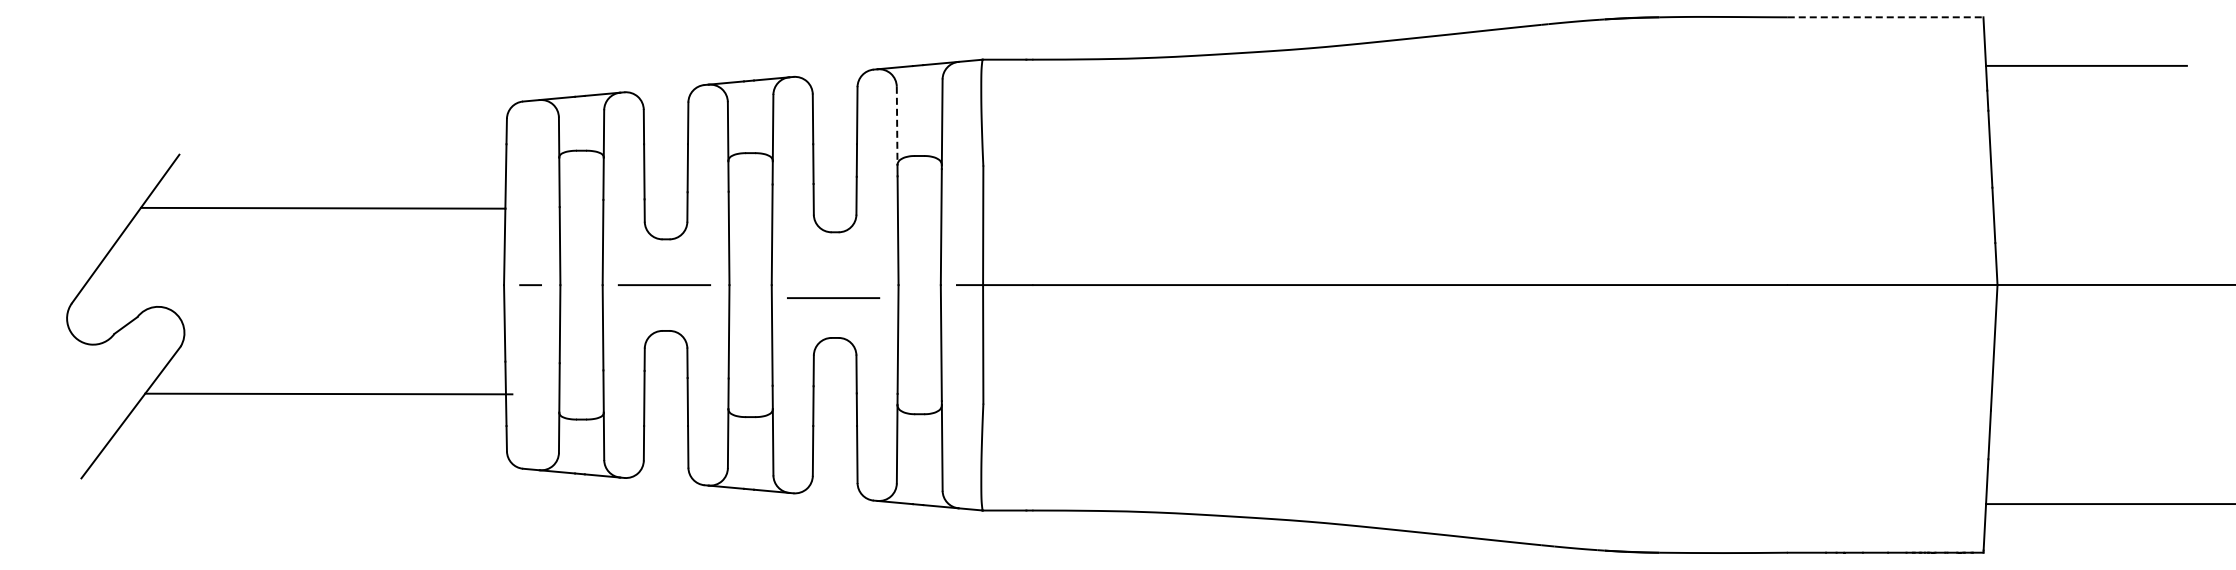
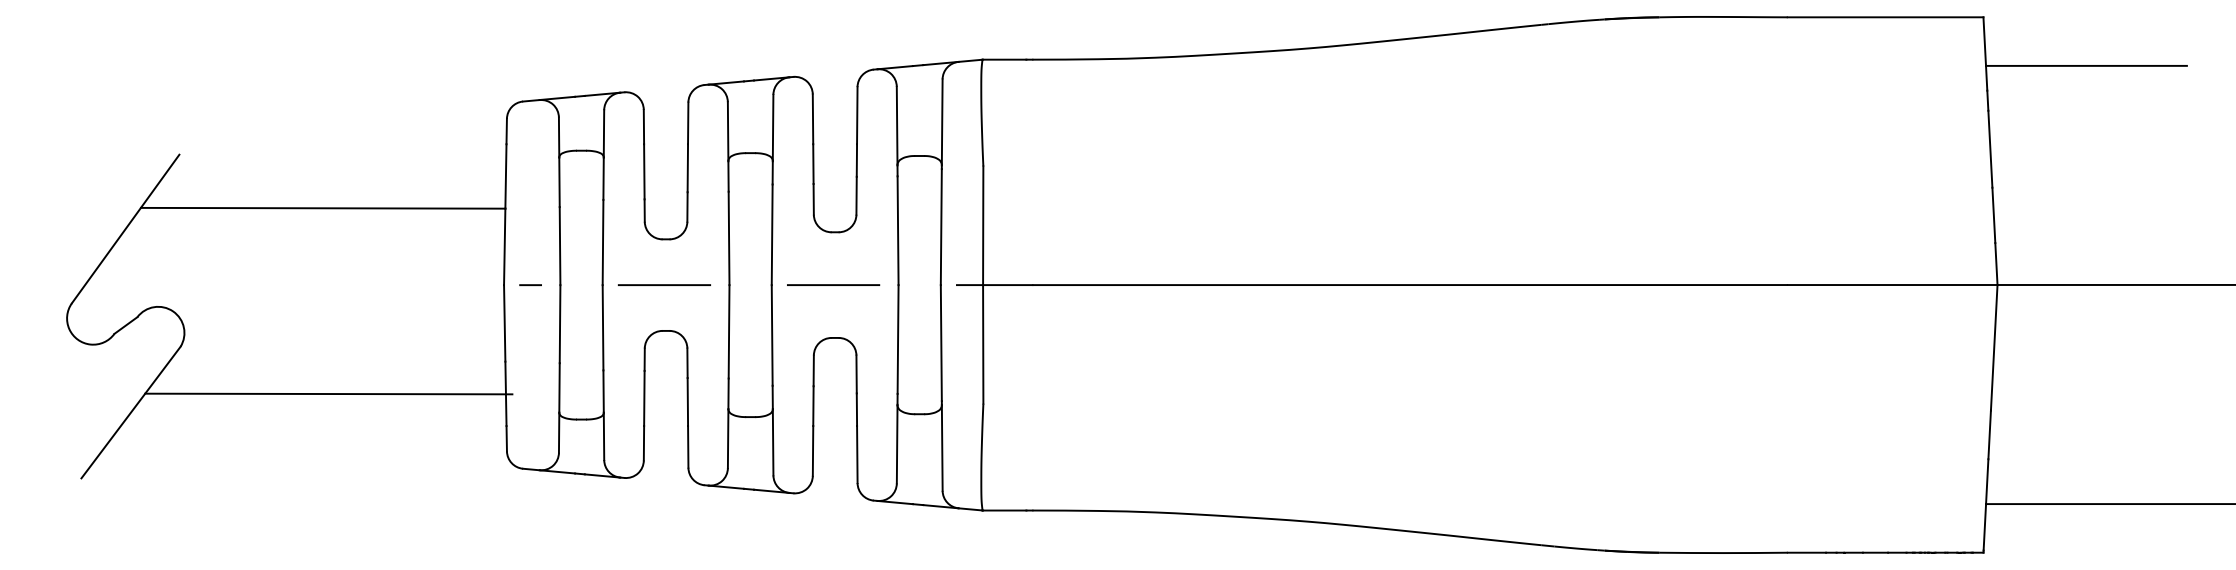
line at (1885, 17): dashed -> solid
line at (897, 126): dashed -> solid
line at (833, 297) position: (833, 297) -> (833, 284)
